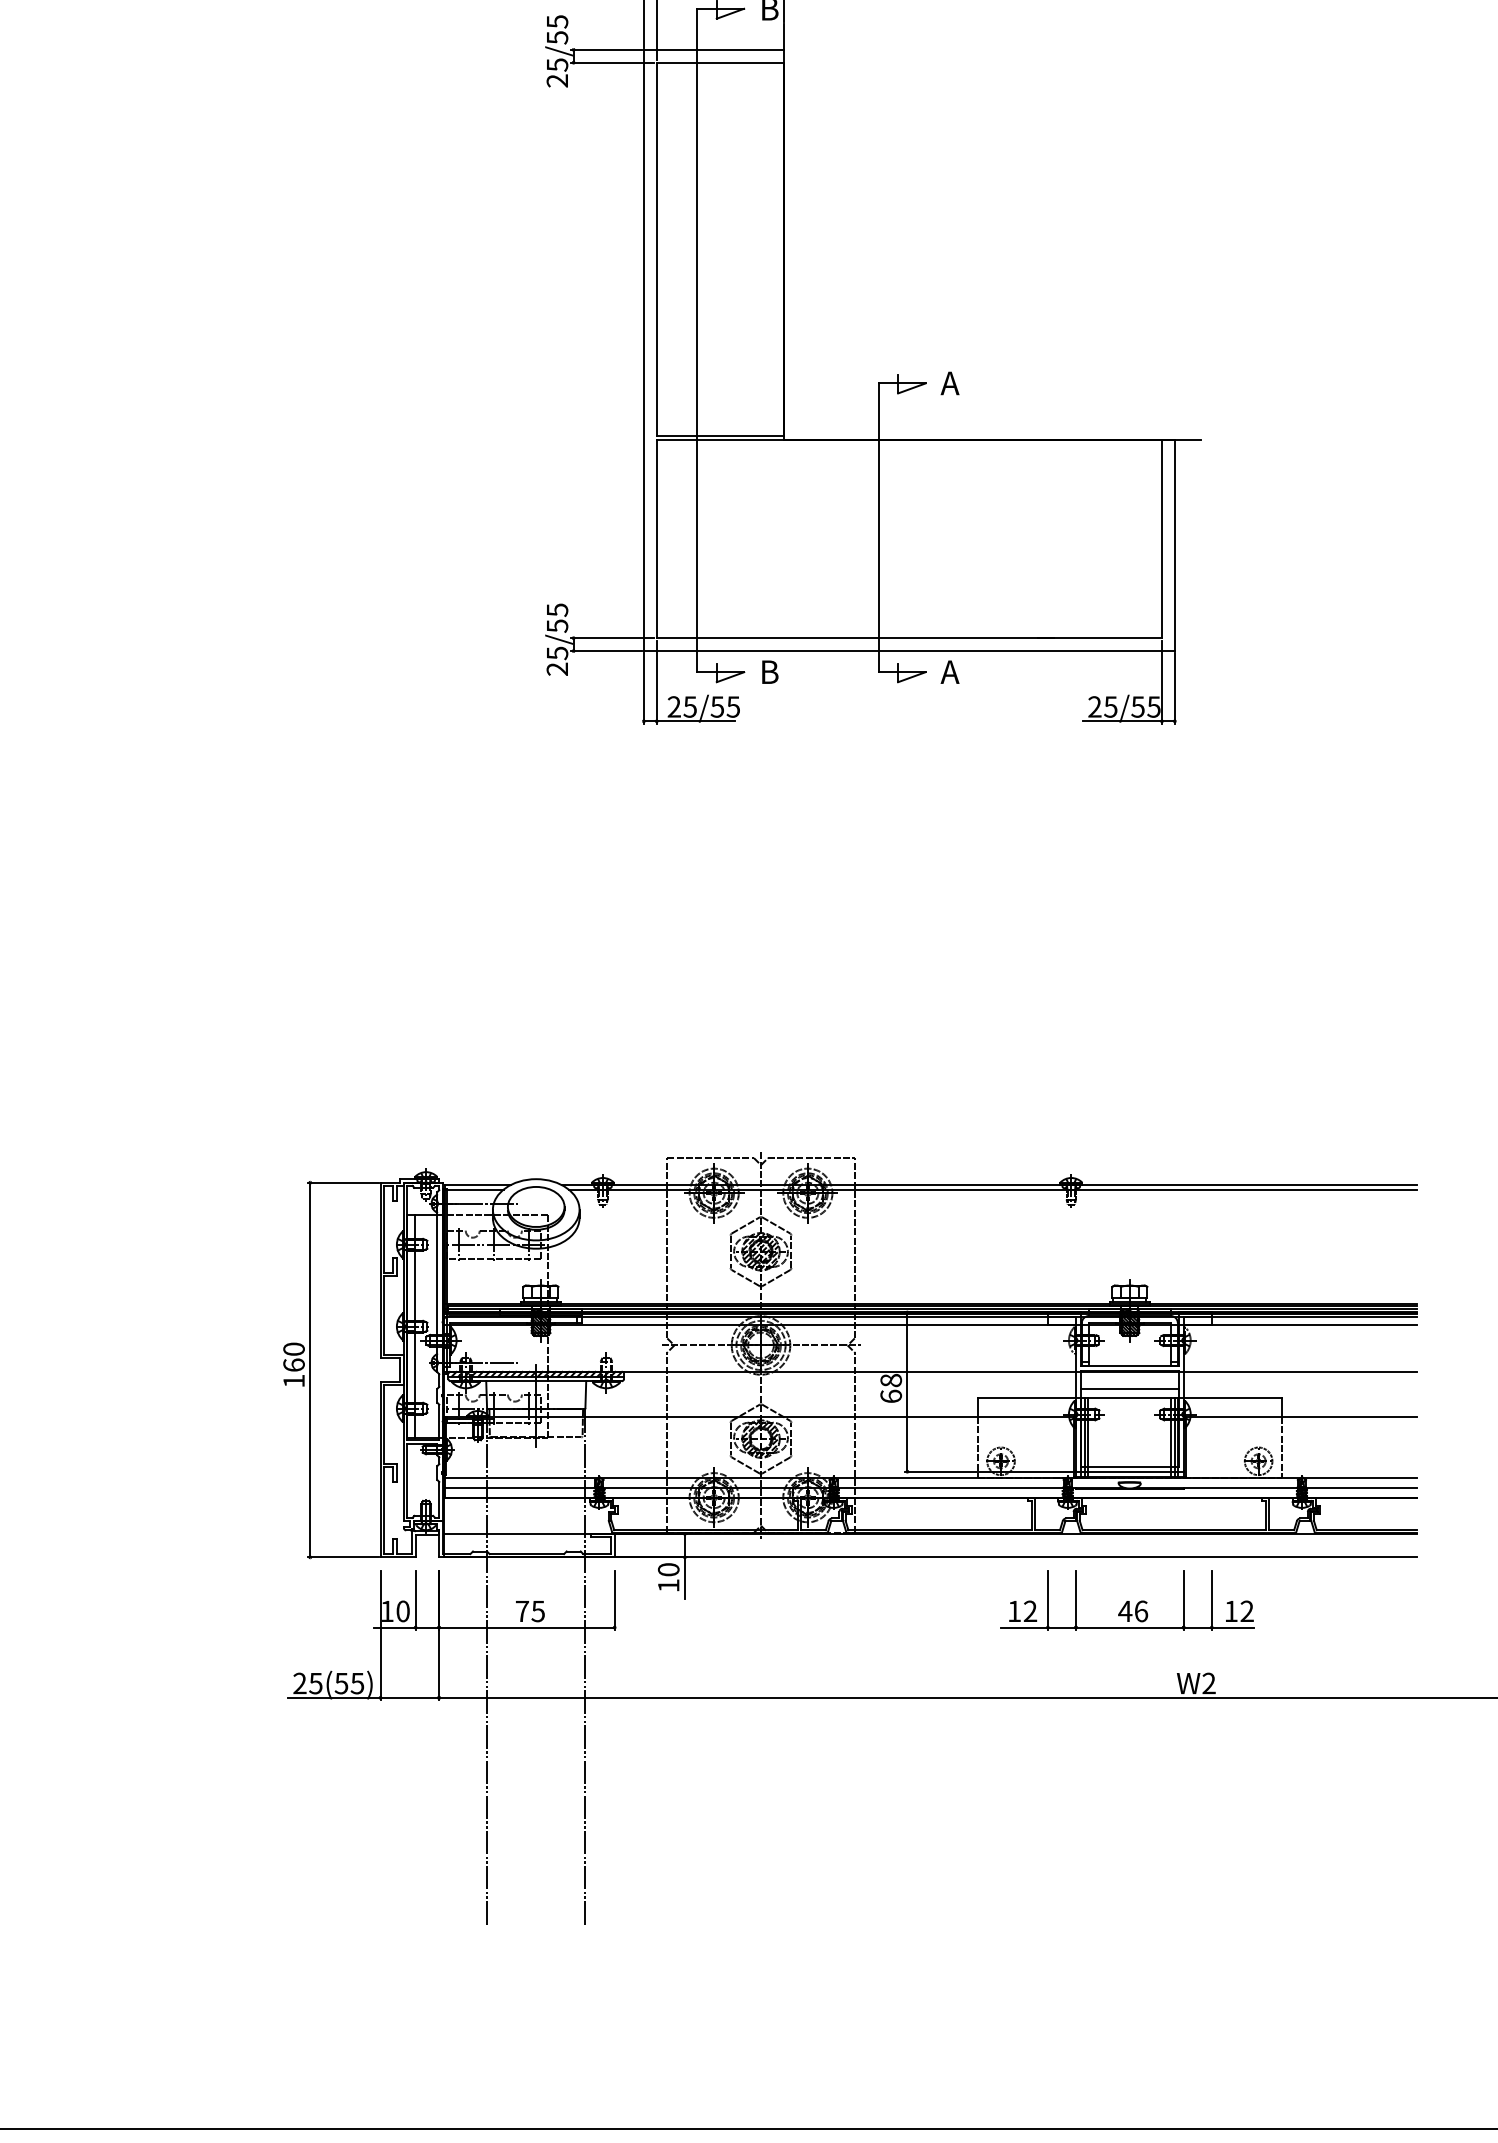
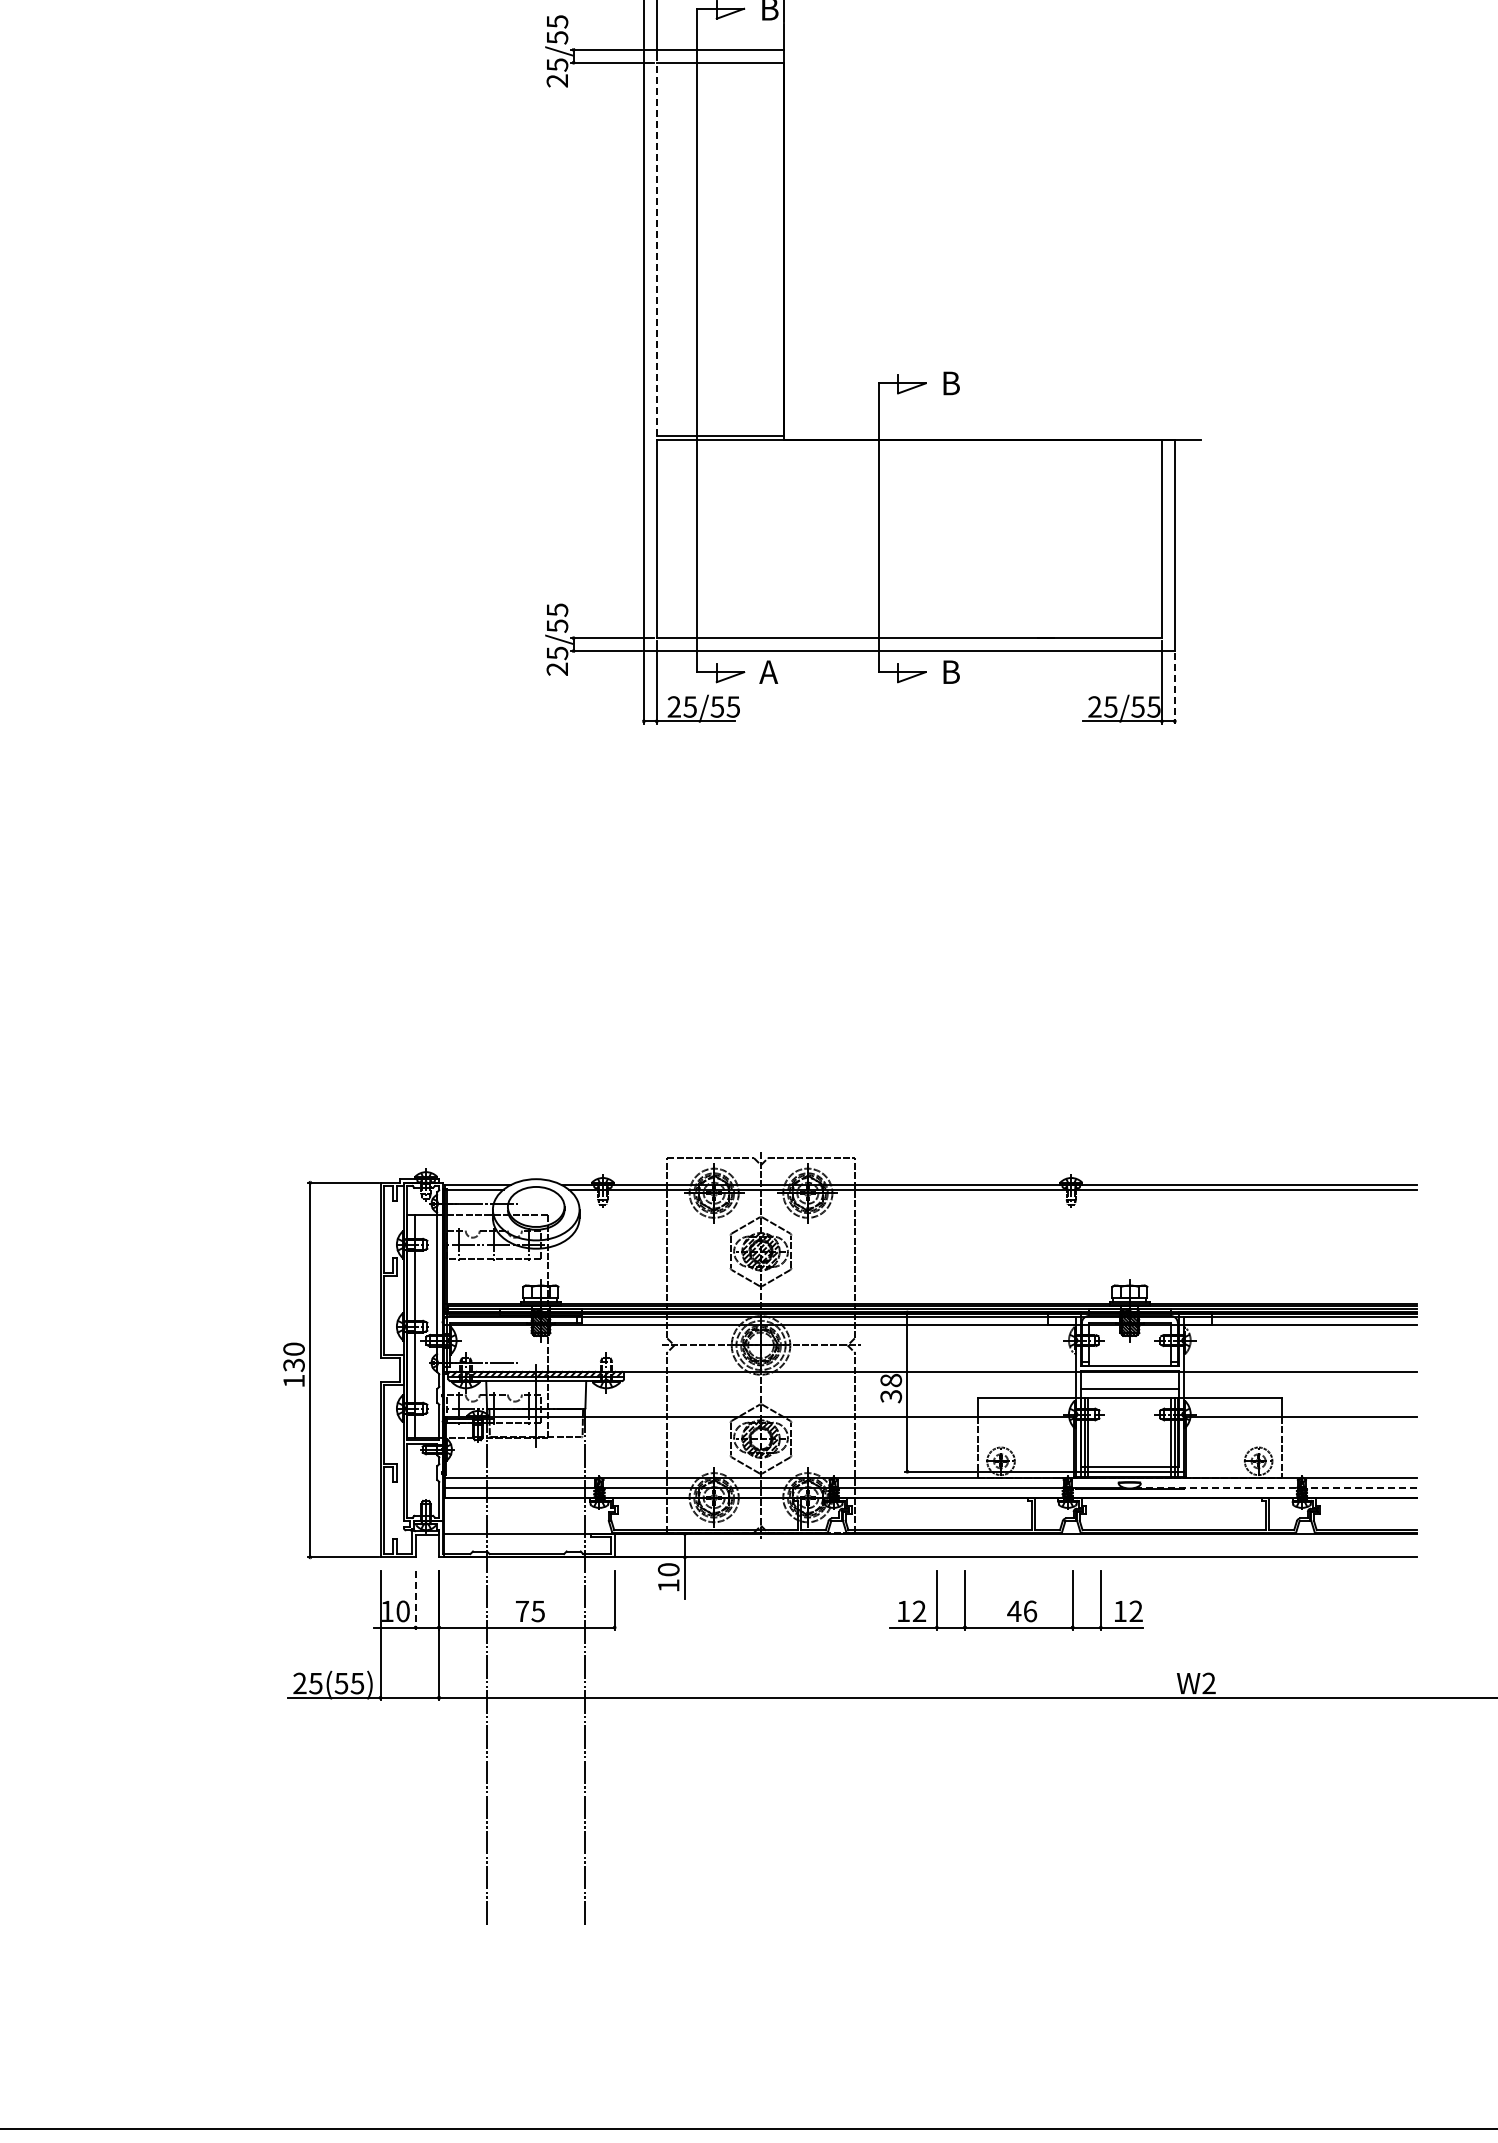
line at (656, 248): solid -> dashed
text at (949, 383): A -> B
text at (768, 671): B -> A
text at (949, 671): A -> B
line at (1174, 689): solid -> dashed
text at (293, 1364): 160 -> 130
text at (891, 1396): 68 -> 38
line at (1275, 1487): solid -> dashed
part at (1127, 1600) position: (1127, 1600) -> (1016, 1600)
line at (415, 1601): solid -> dashed
